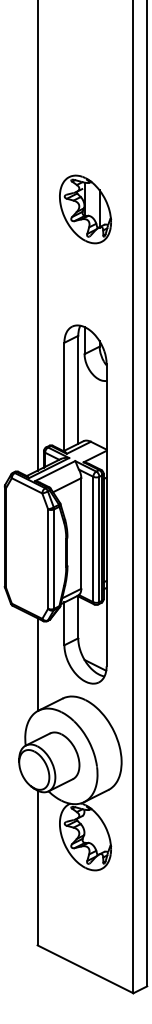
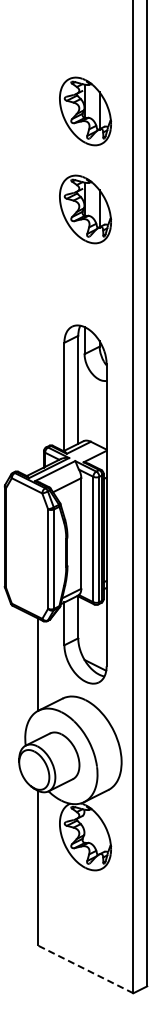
part at (85, 111): none -> present
line at (37, 236): present -> none
line at (85, 969): solid -> dashed
